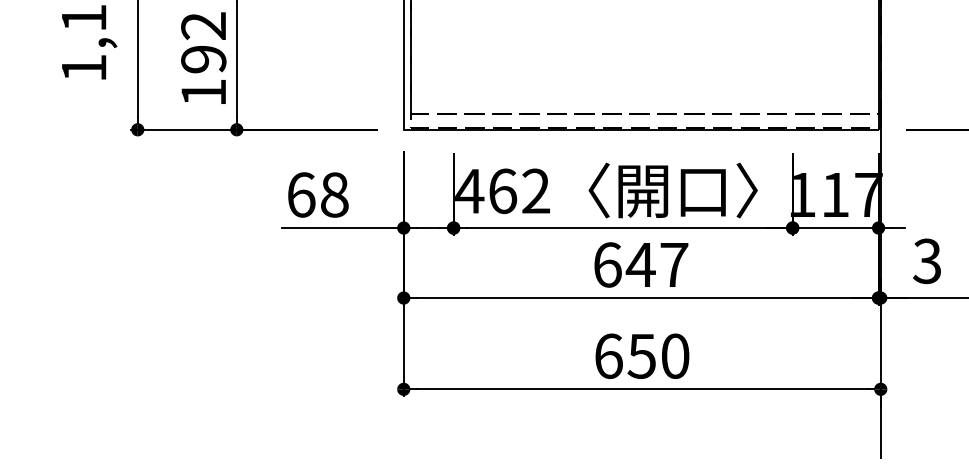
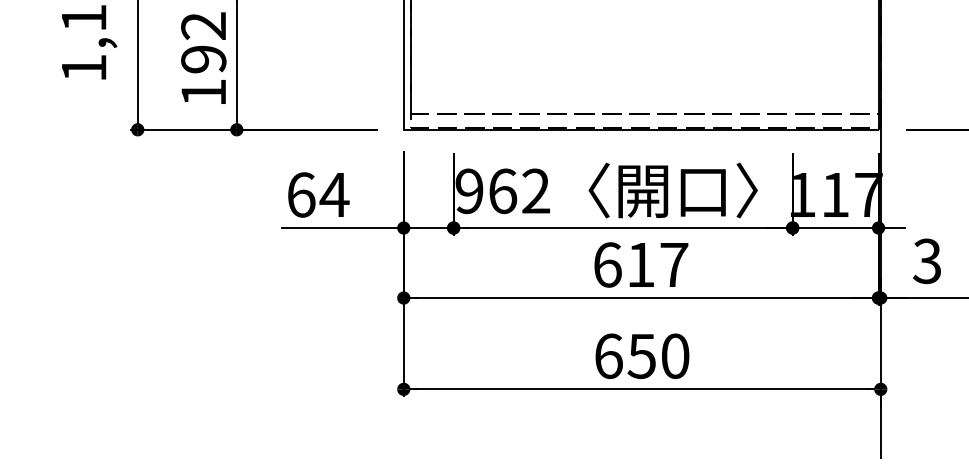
text at (469, 191): 462 -> 962
text at (334, 194): 68 -> 64
text at (640, 264): 647 -> 617
